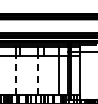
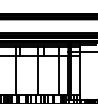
line at (16, 74): dashed -> solid
line at (37, 74): dashed -> solid
